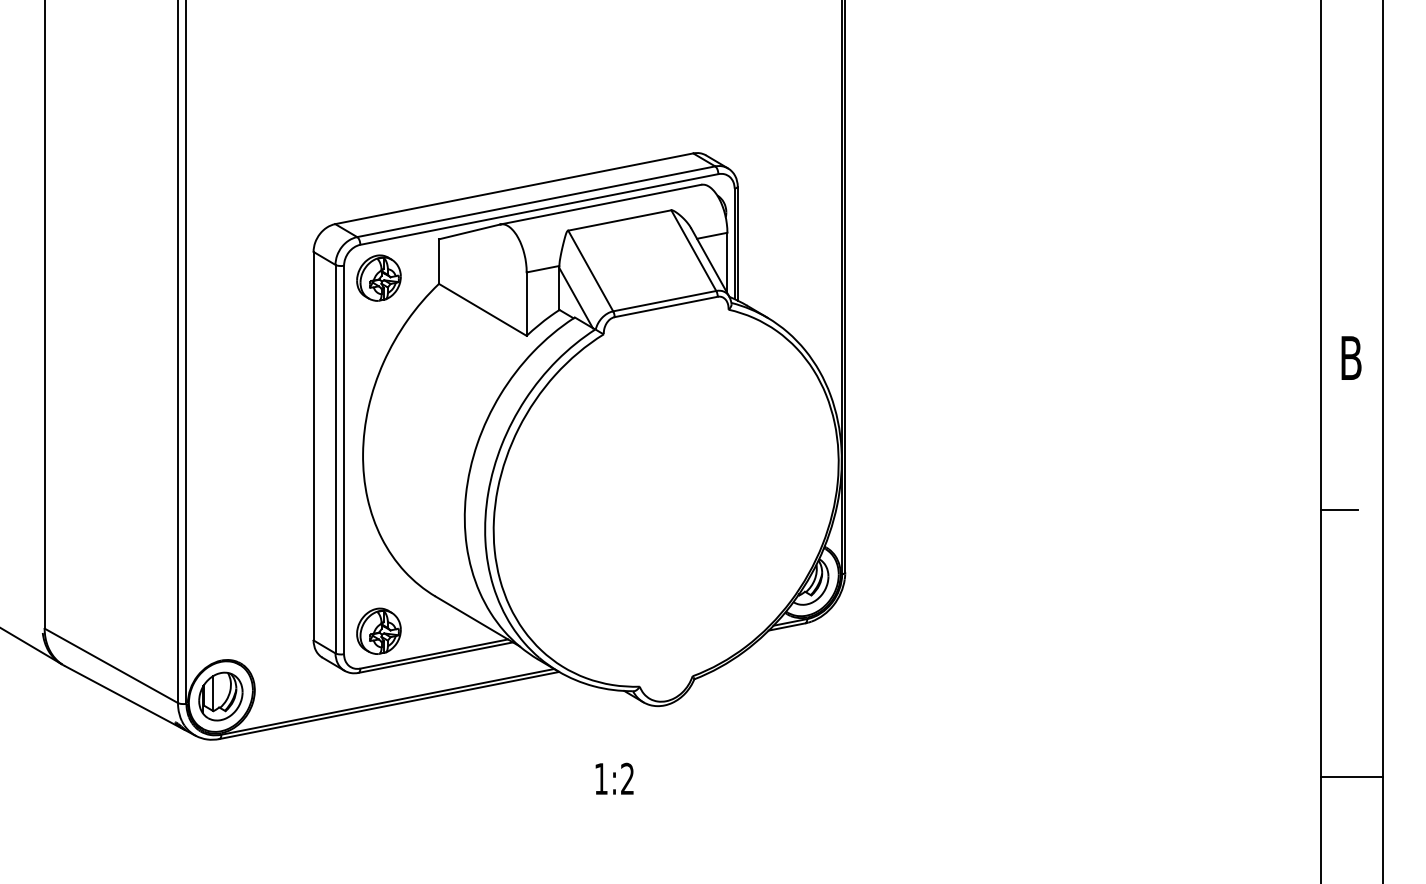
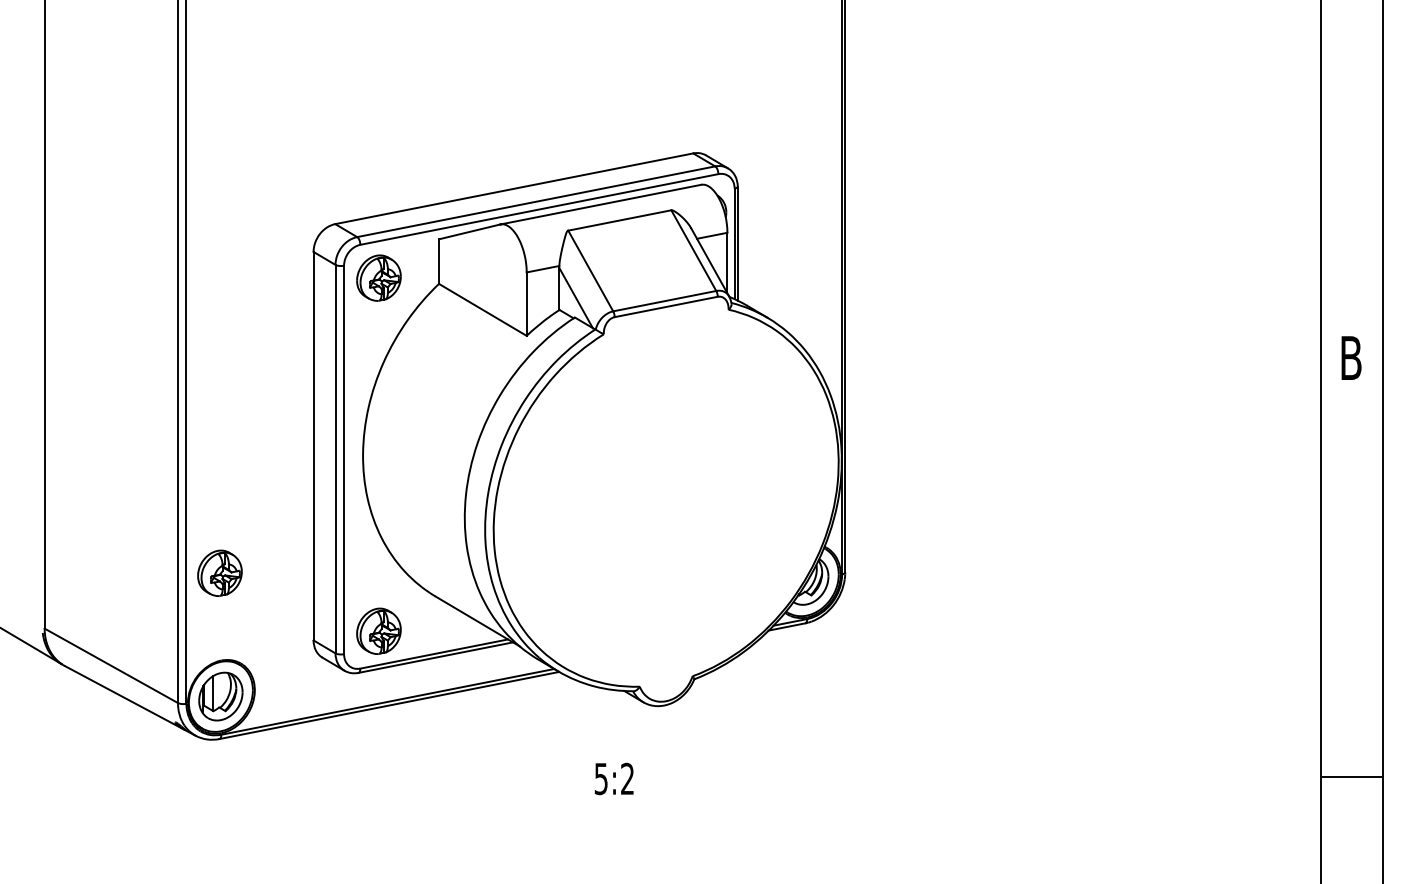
line at (1339, 509): present -> none
part at (219, 572): none -> present
text at (600, 779): 1:2 -> 5:2
